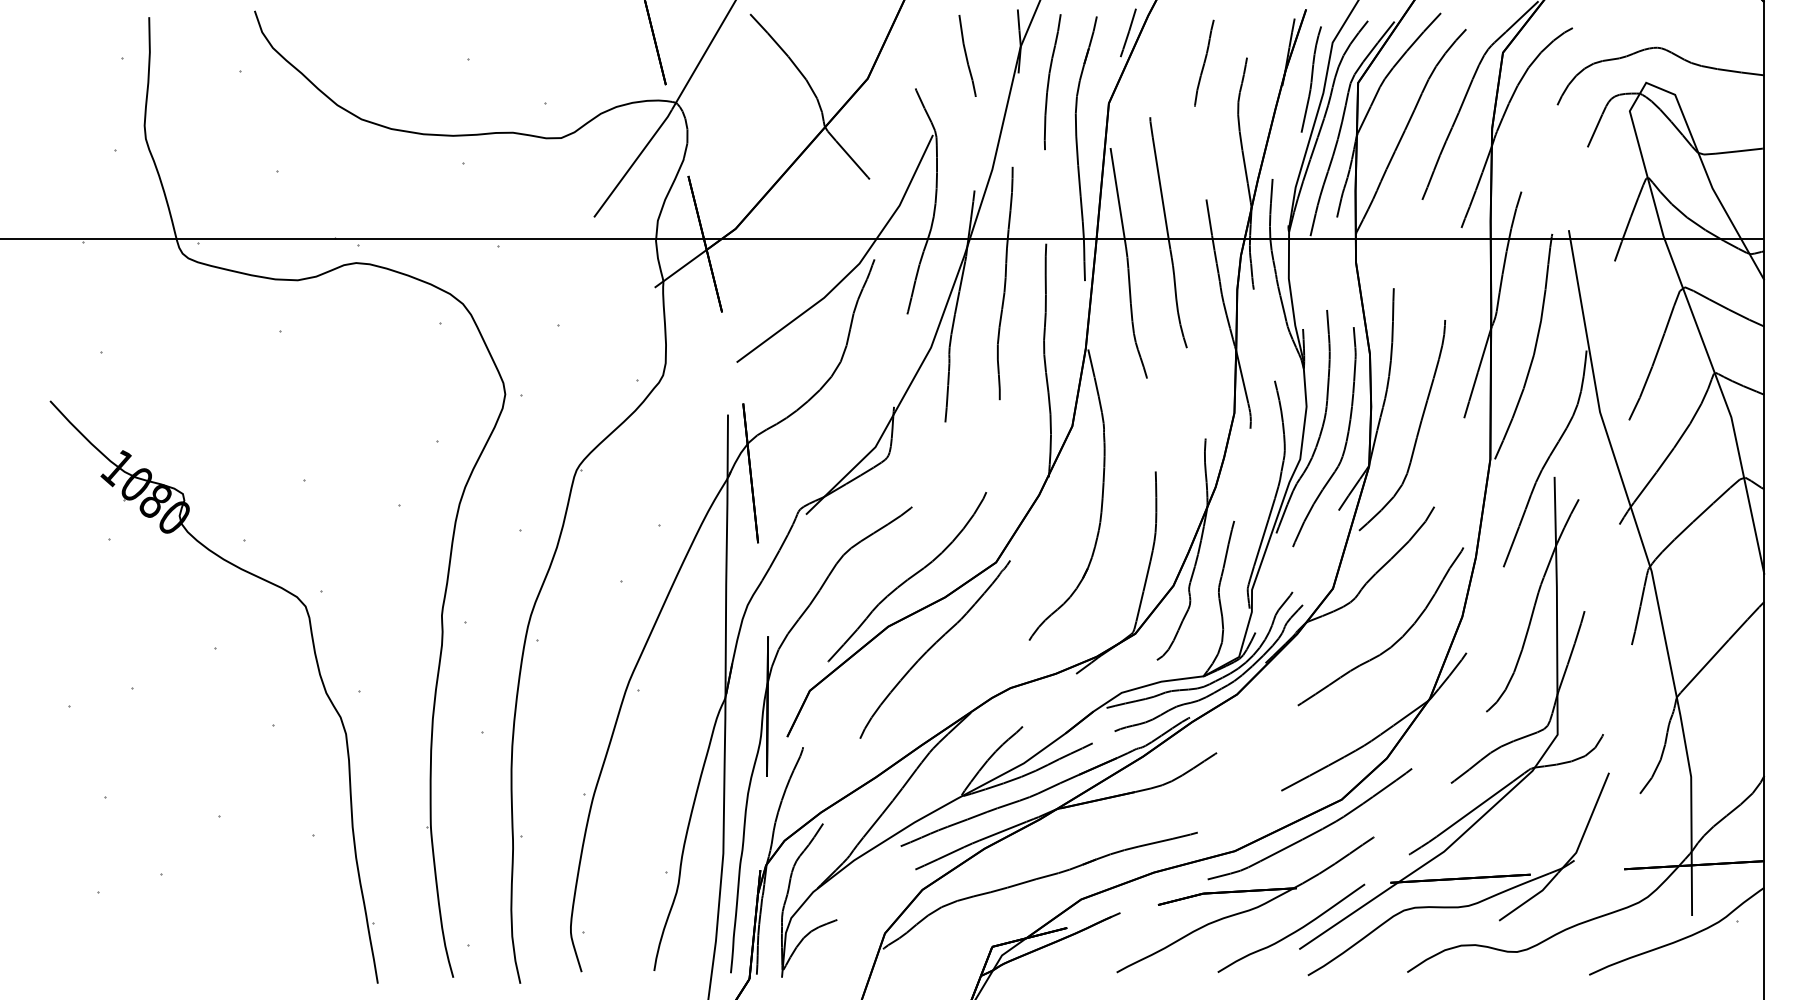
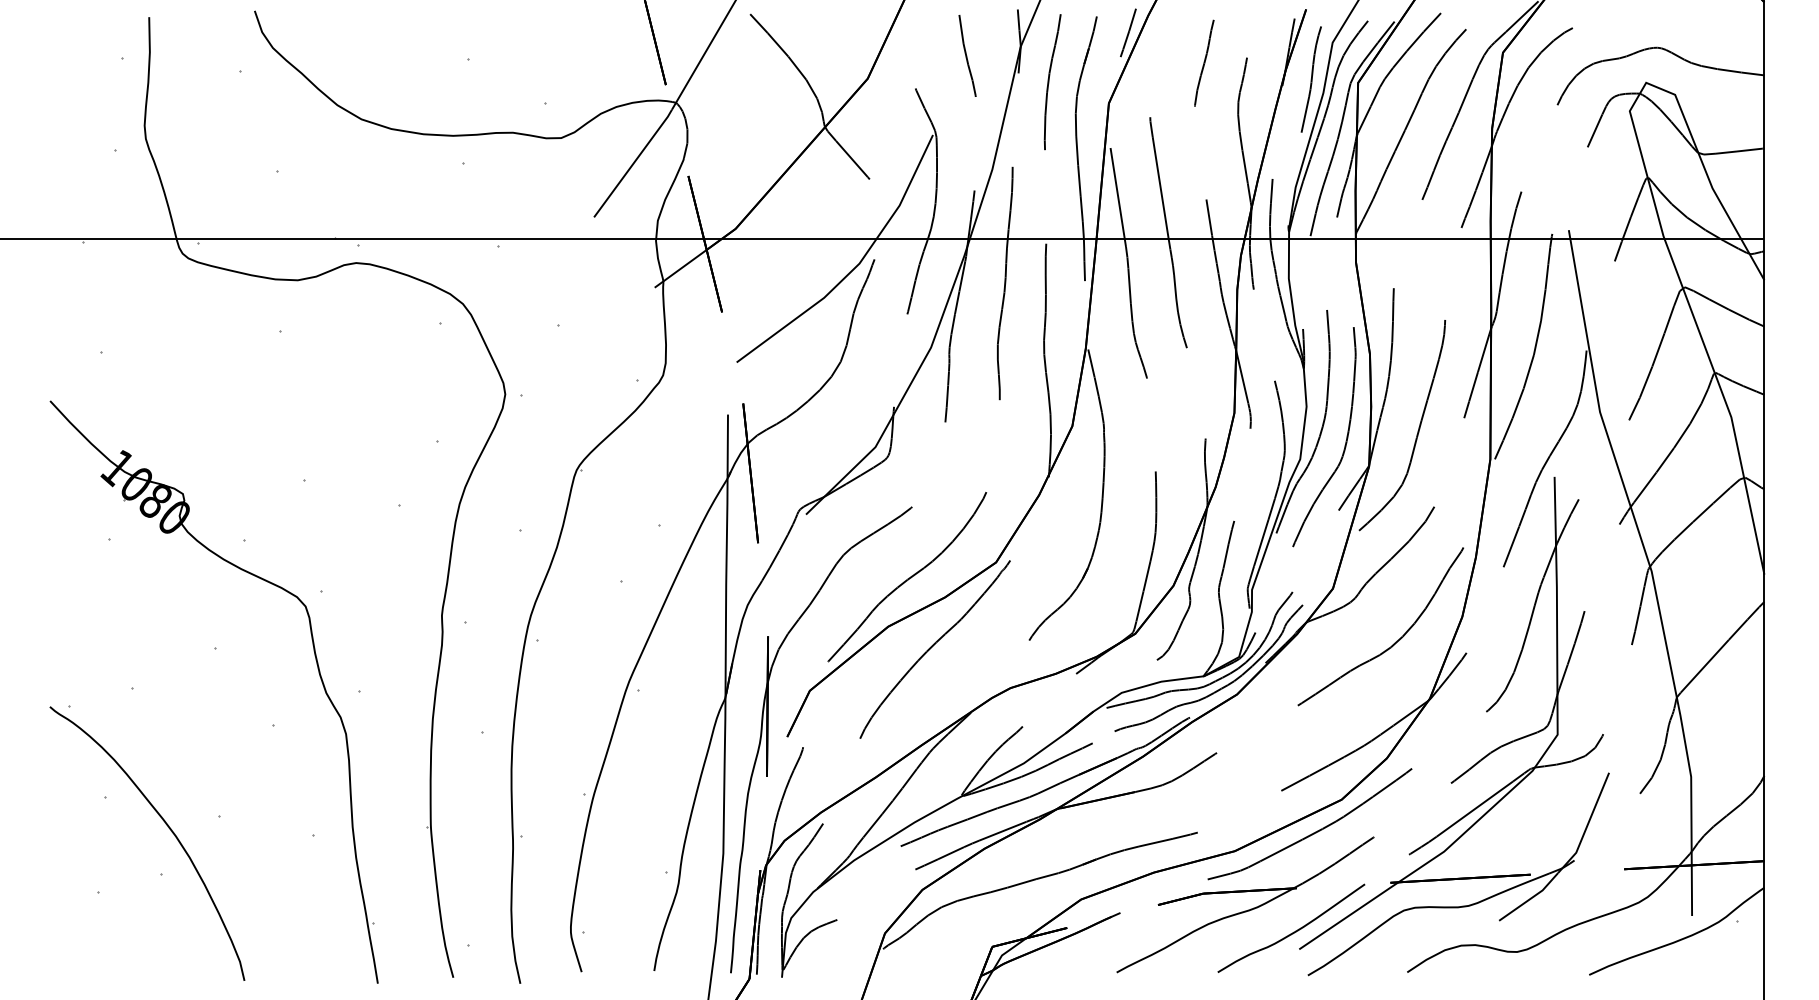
curve at (168, 828): none -> present
